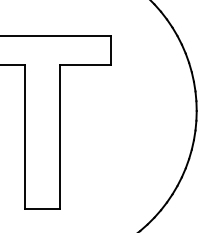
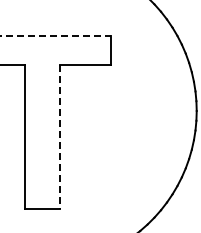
line at (56, 35): solid -> dashed
line at (59, 137): solid -> dashed
